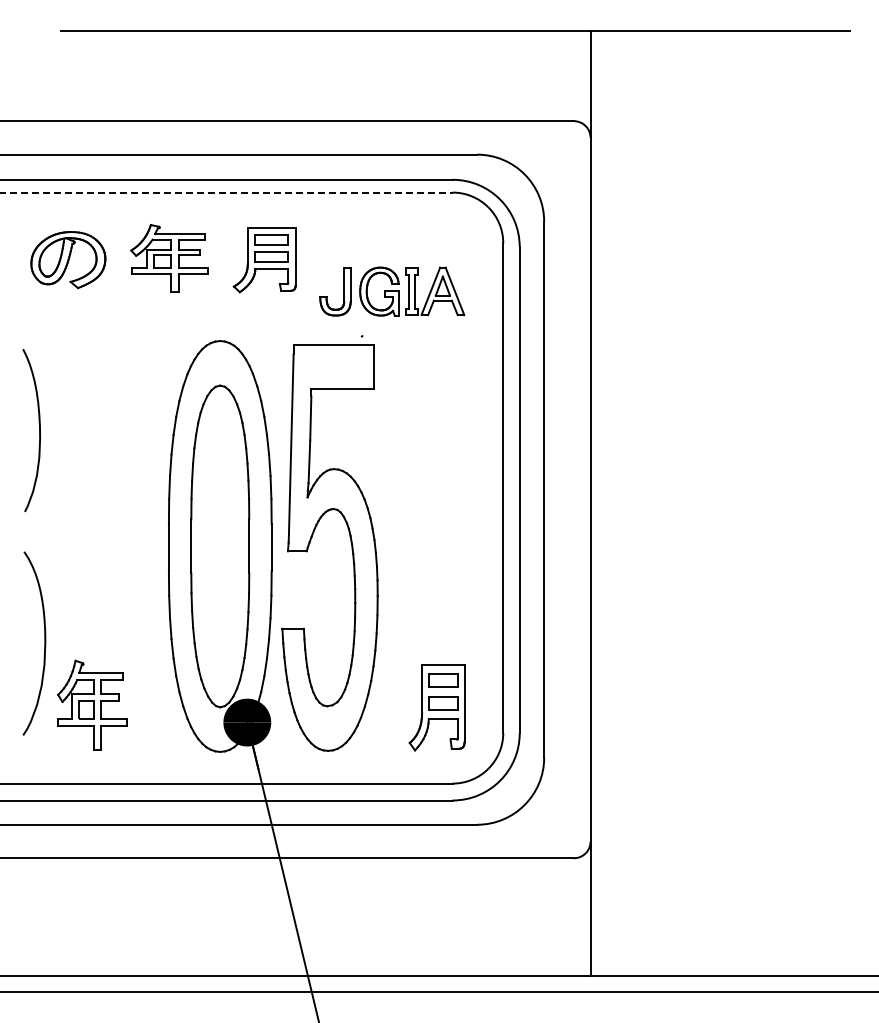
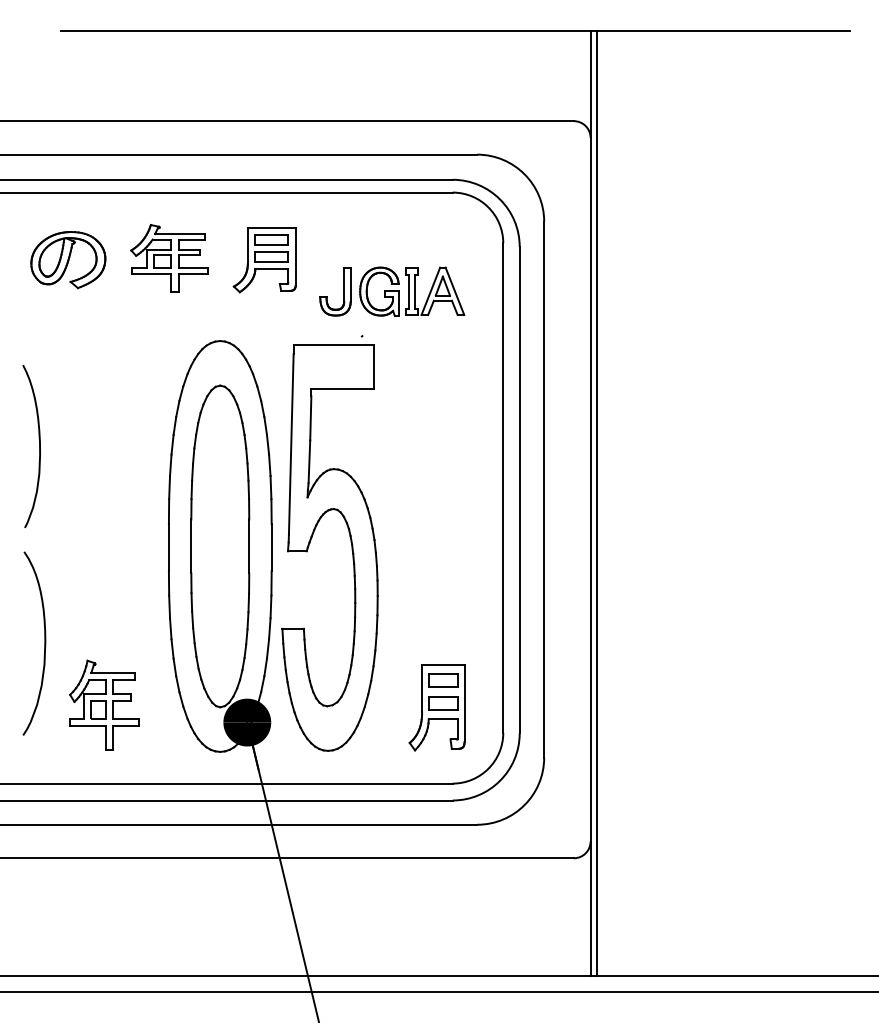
line at (226, 192): dashed -> solid
curve at (39, 430) position: (39, 430) -> (39, 446)
line at (596, 502): none -> present
part at (92, 704) position: (92, 704) -> (104, 704)
